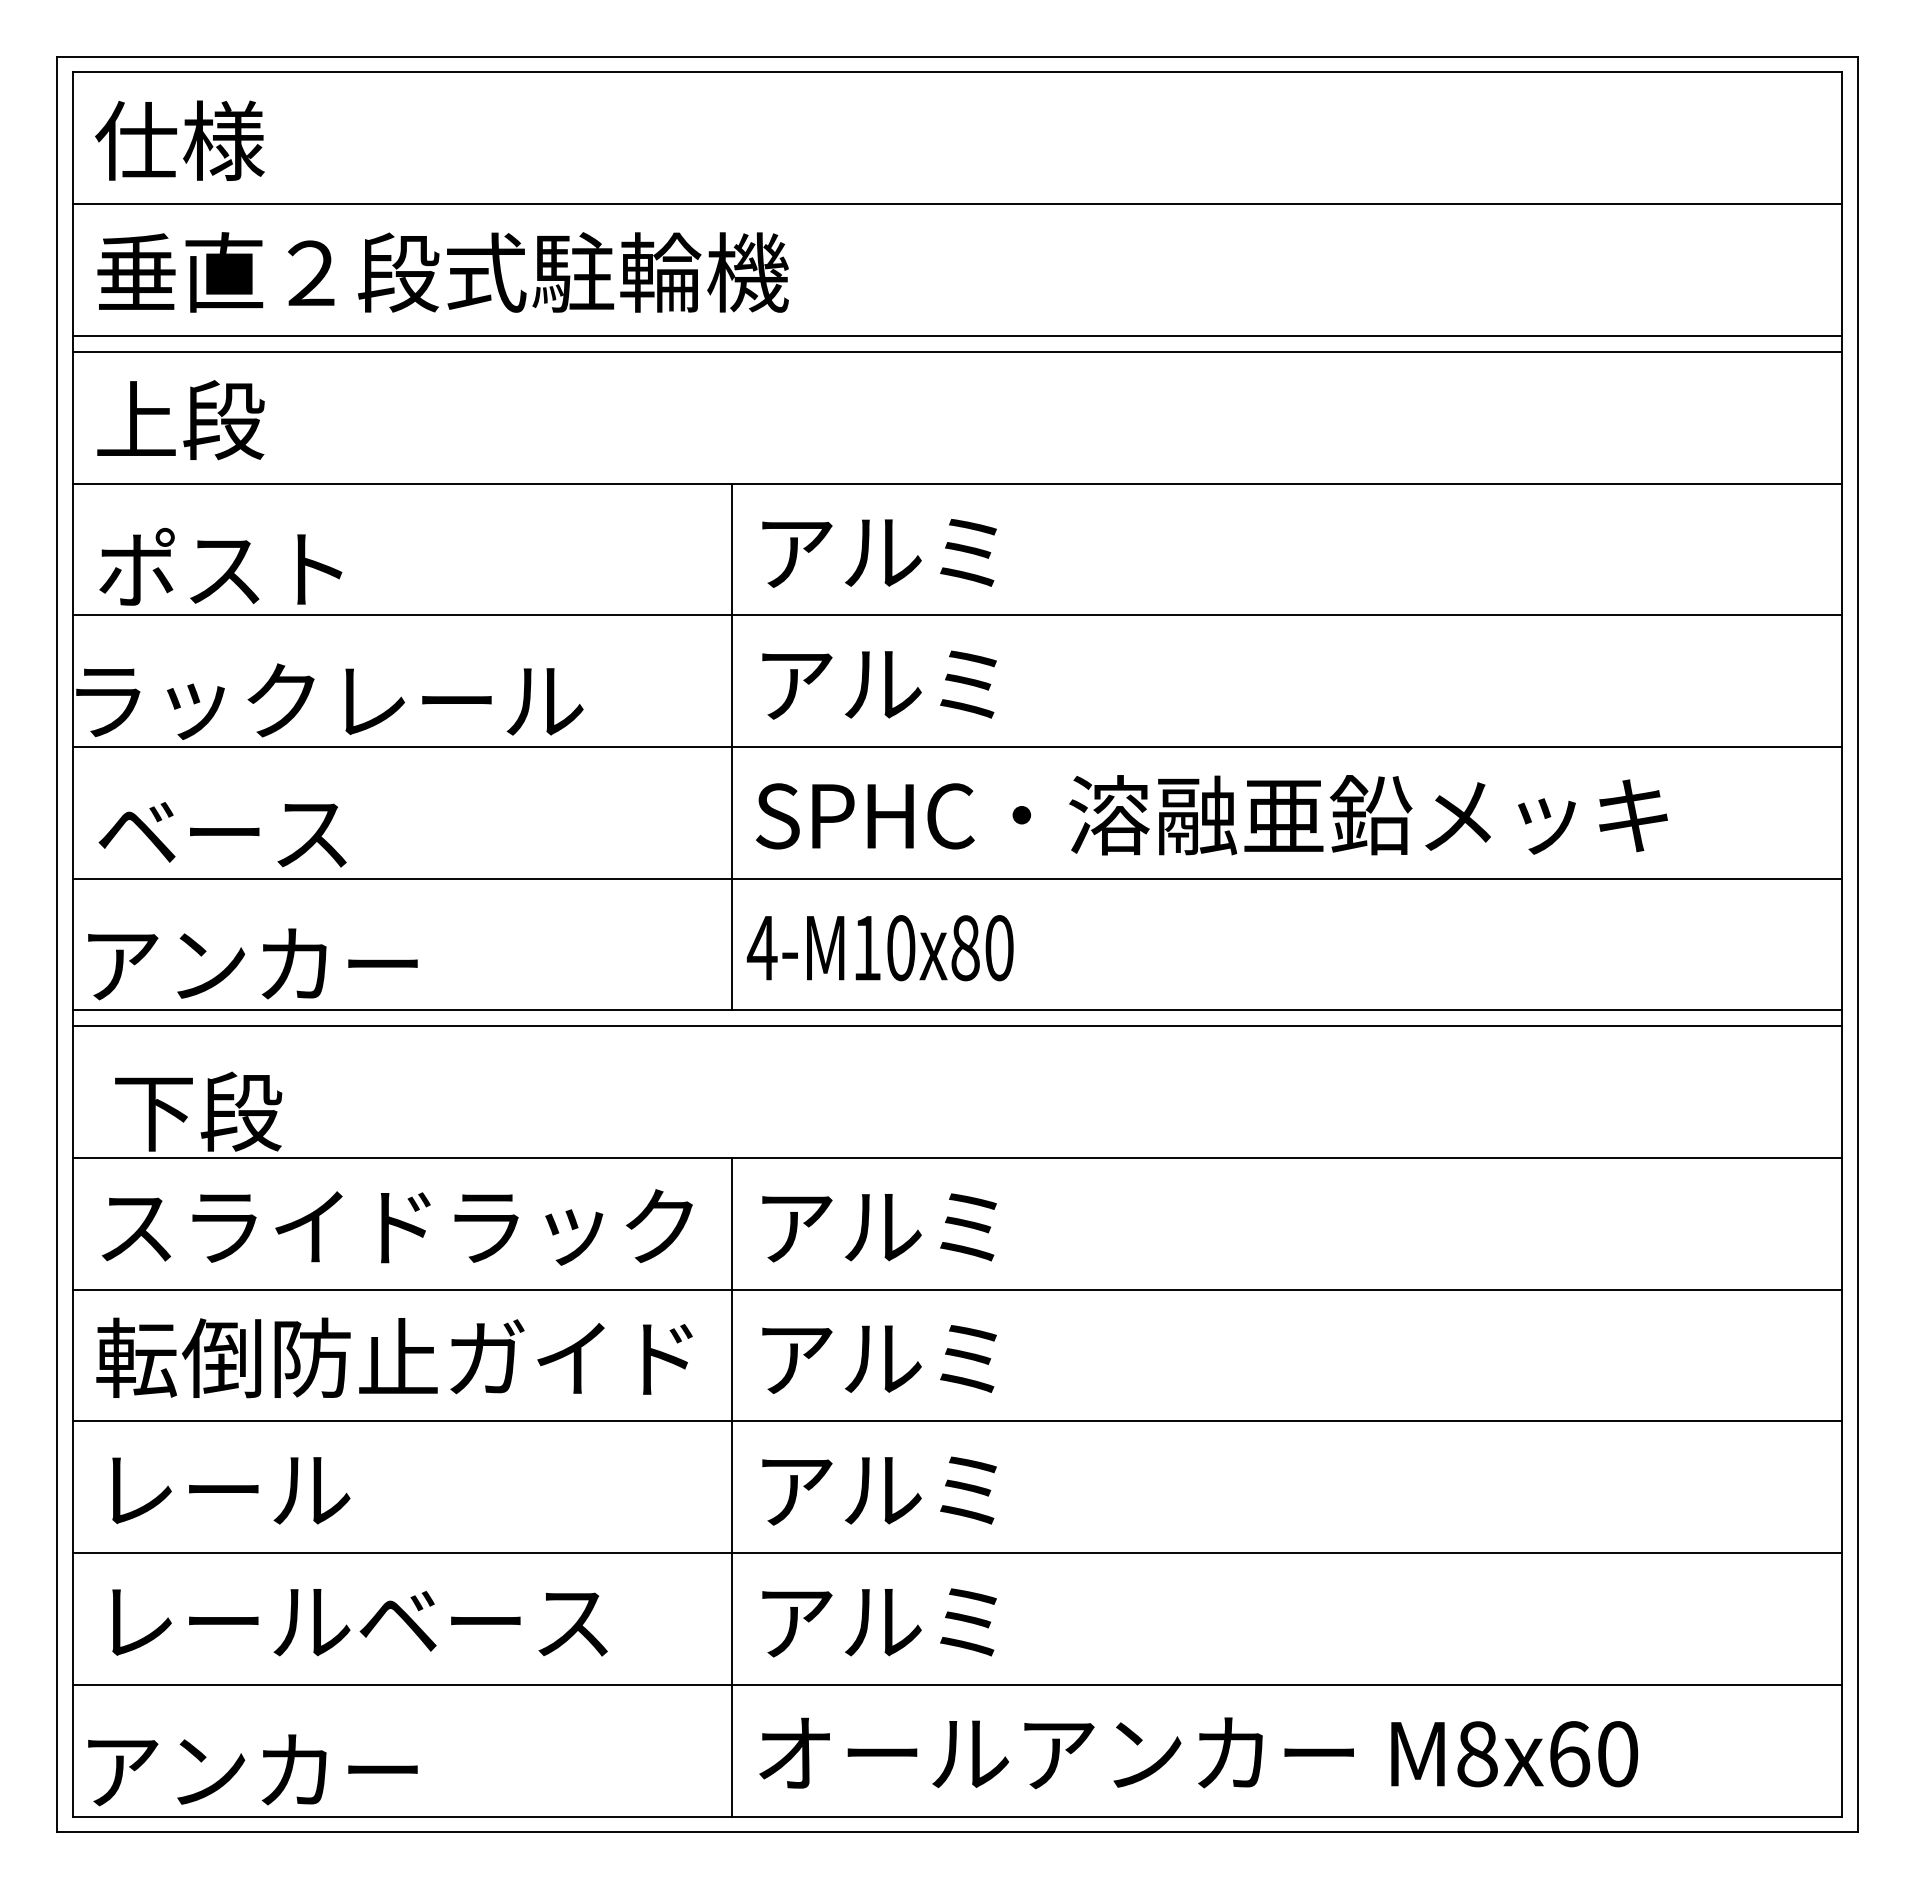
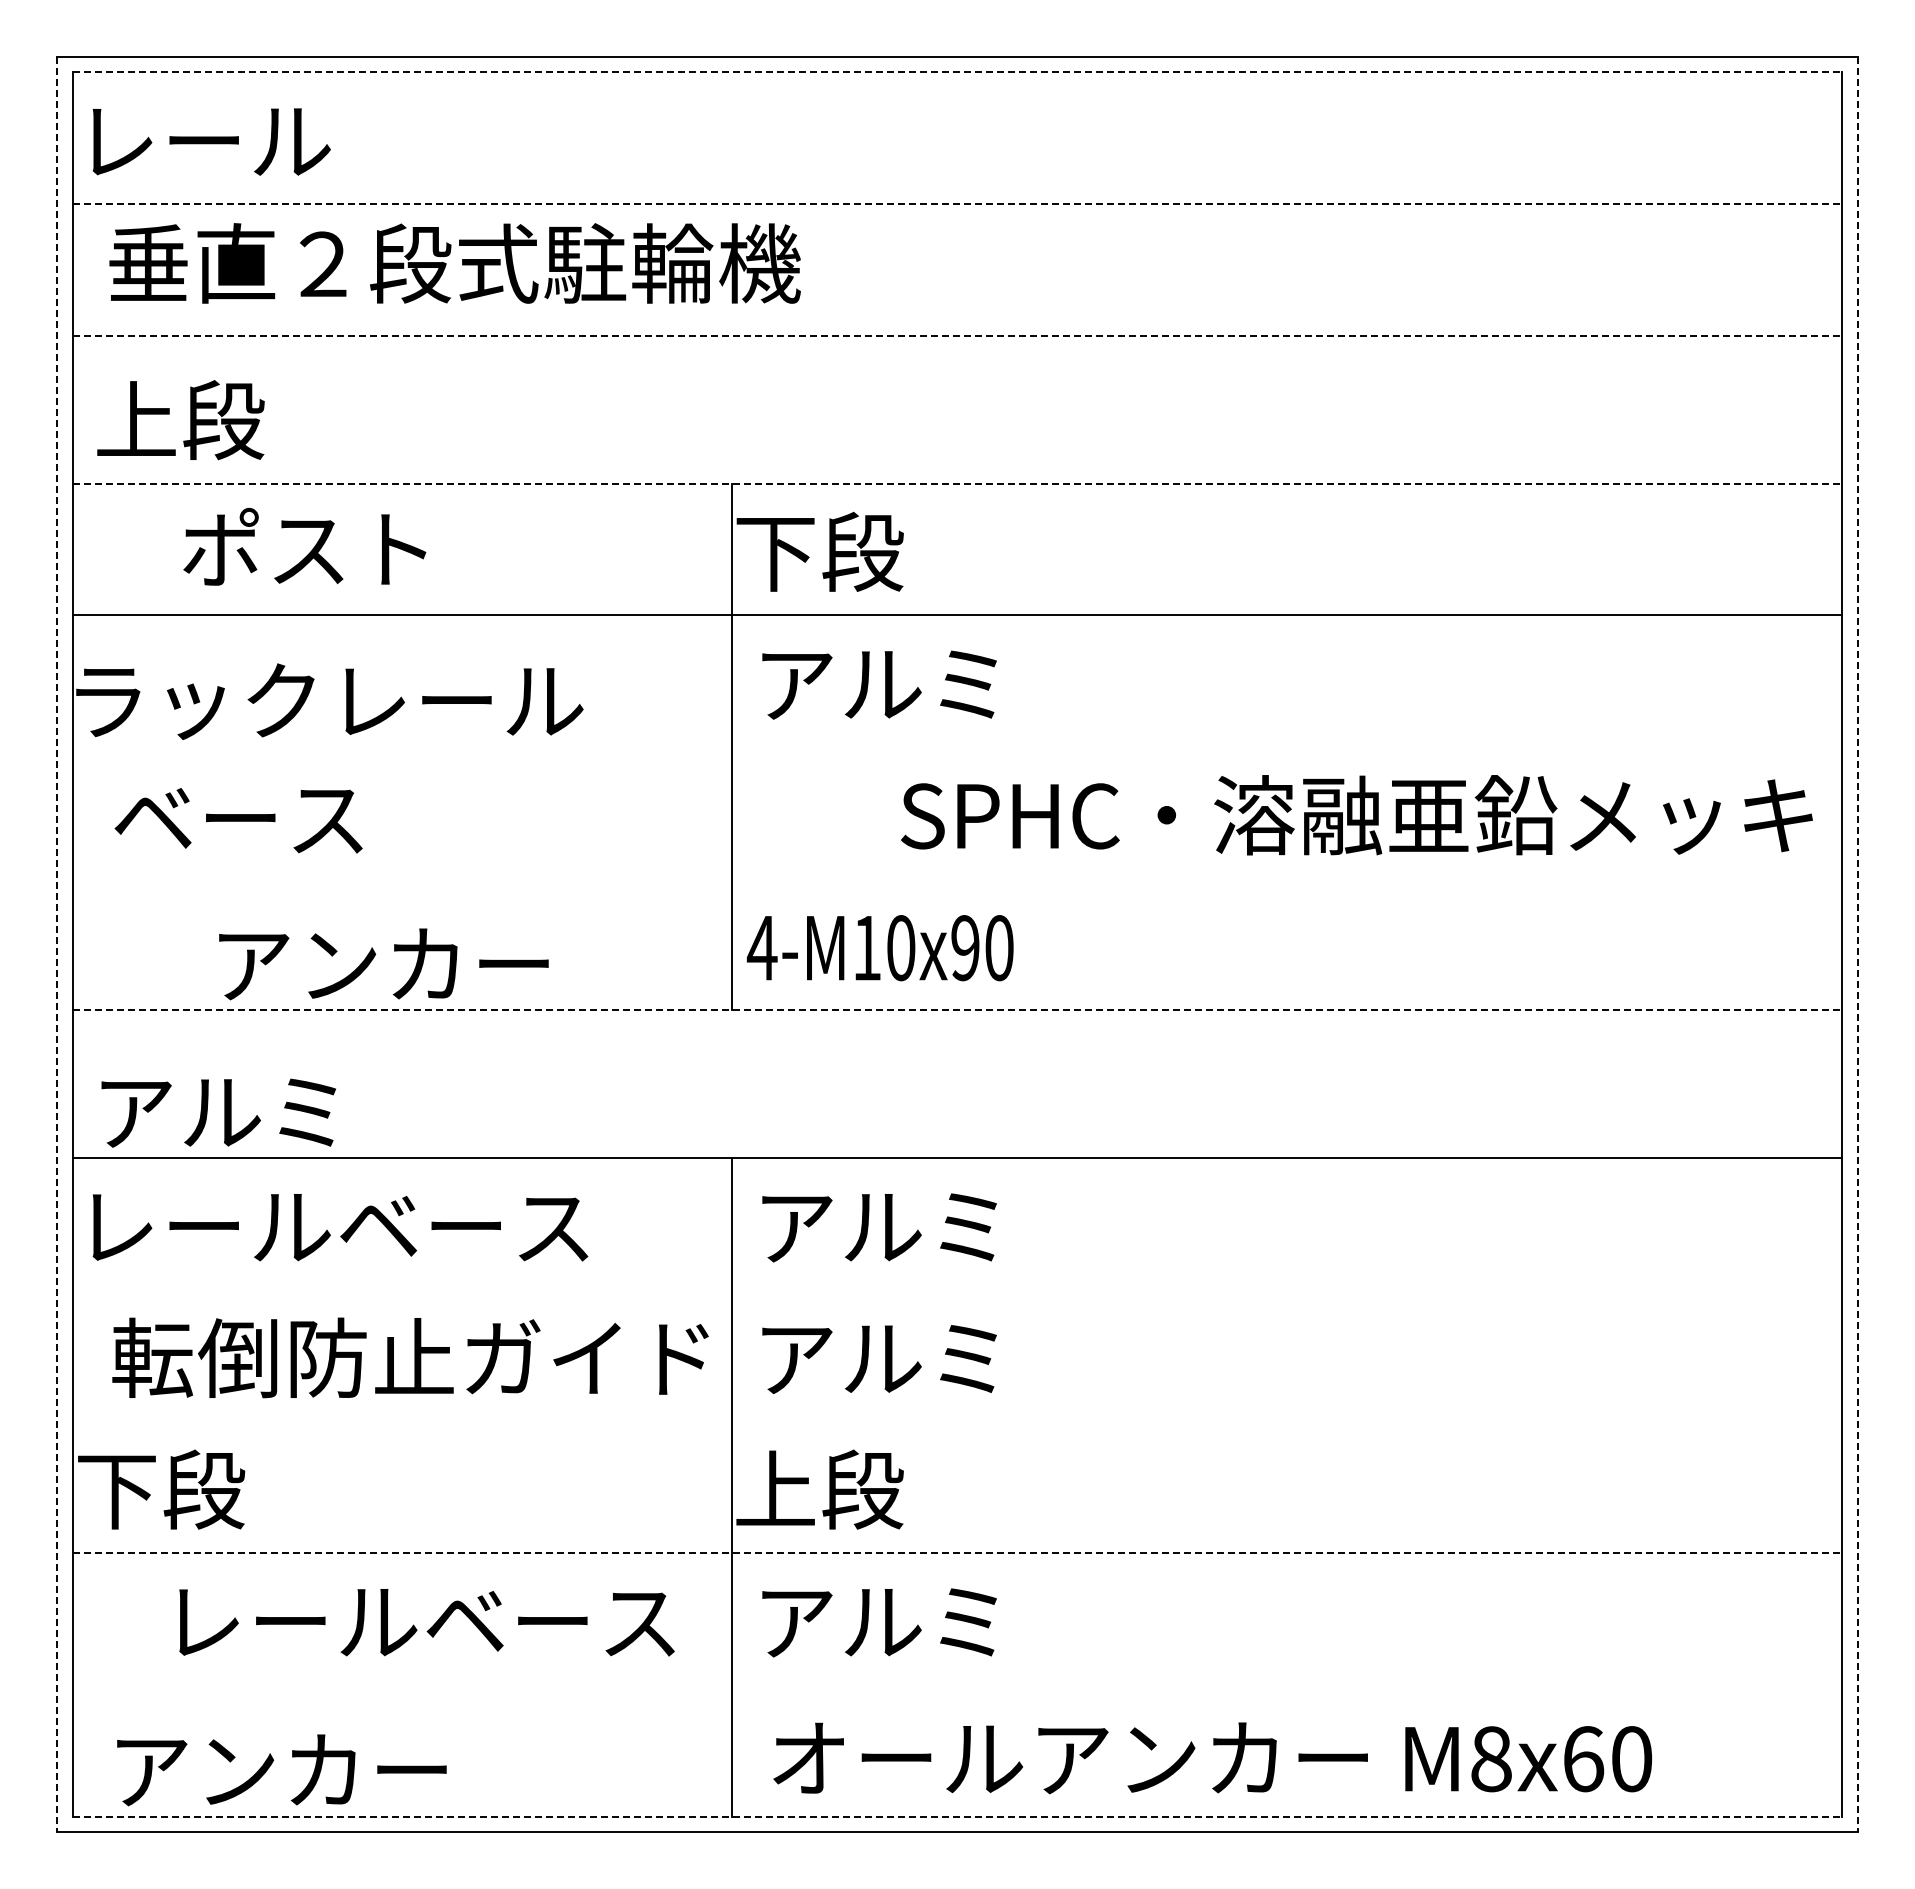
line at (958, 72): solid -> dashed
text at (211, 140): 仕様 -> レール
line at (958, 204): solid -> dashed
text at (442, 272) position: (442, 272) -> (454, 263)
line at (958, 335): solid -> dashed
line at (957, 351): present -> none
line at (958, 483): solid -> dashed
text at (866, 551): アルミ -> 下段
text at (220, 566) position: (220, 566) -> (304, 546)
line at (957, 747): present -> none
text at (1211, 815) position: (1211, 815) -> (1356, 815)
text at (222, 834) position: (222, 834) -> (238, 820)
line at (957, 878): present -> none
line at (57, 944): solid -> dashed
line at (1857, 944): solid -> dashed
text at (965, 948): 4-M10x80 -> 4-M10x90
text at (252, 964) position: (252, 964) -> (383, 964)
line at (958, 1010): solid -> dashed
line at (957, 1026): present -> none
text at (218, 1111): 下段 -> アルミ
text at (392, 1227): スライドラック -> レールベース
line at (957, 1289): present -> none
text at (394, 1357) position: (394, 1357) -> (410, 1357)
line at (957, 1421): present -> none
text at (214, 1489): レール -> 下段
text at (866, 1489): アルミ -> 上段
line at (958, 1553): solid -> dashed
text at (359, 1622) position: (359, 1622) -> (426, 1622)
line at (957, 1684): present -> none
text at (1198, 1753) position: (1198, 1753) -> (1212, 1758)
text at (252, 1770) position: (252, 1770) -> (281, 1770)
line at (958, 1816): solid -> dashed
